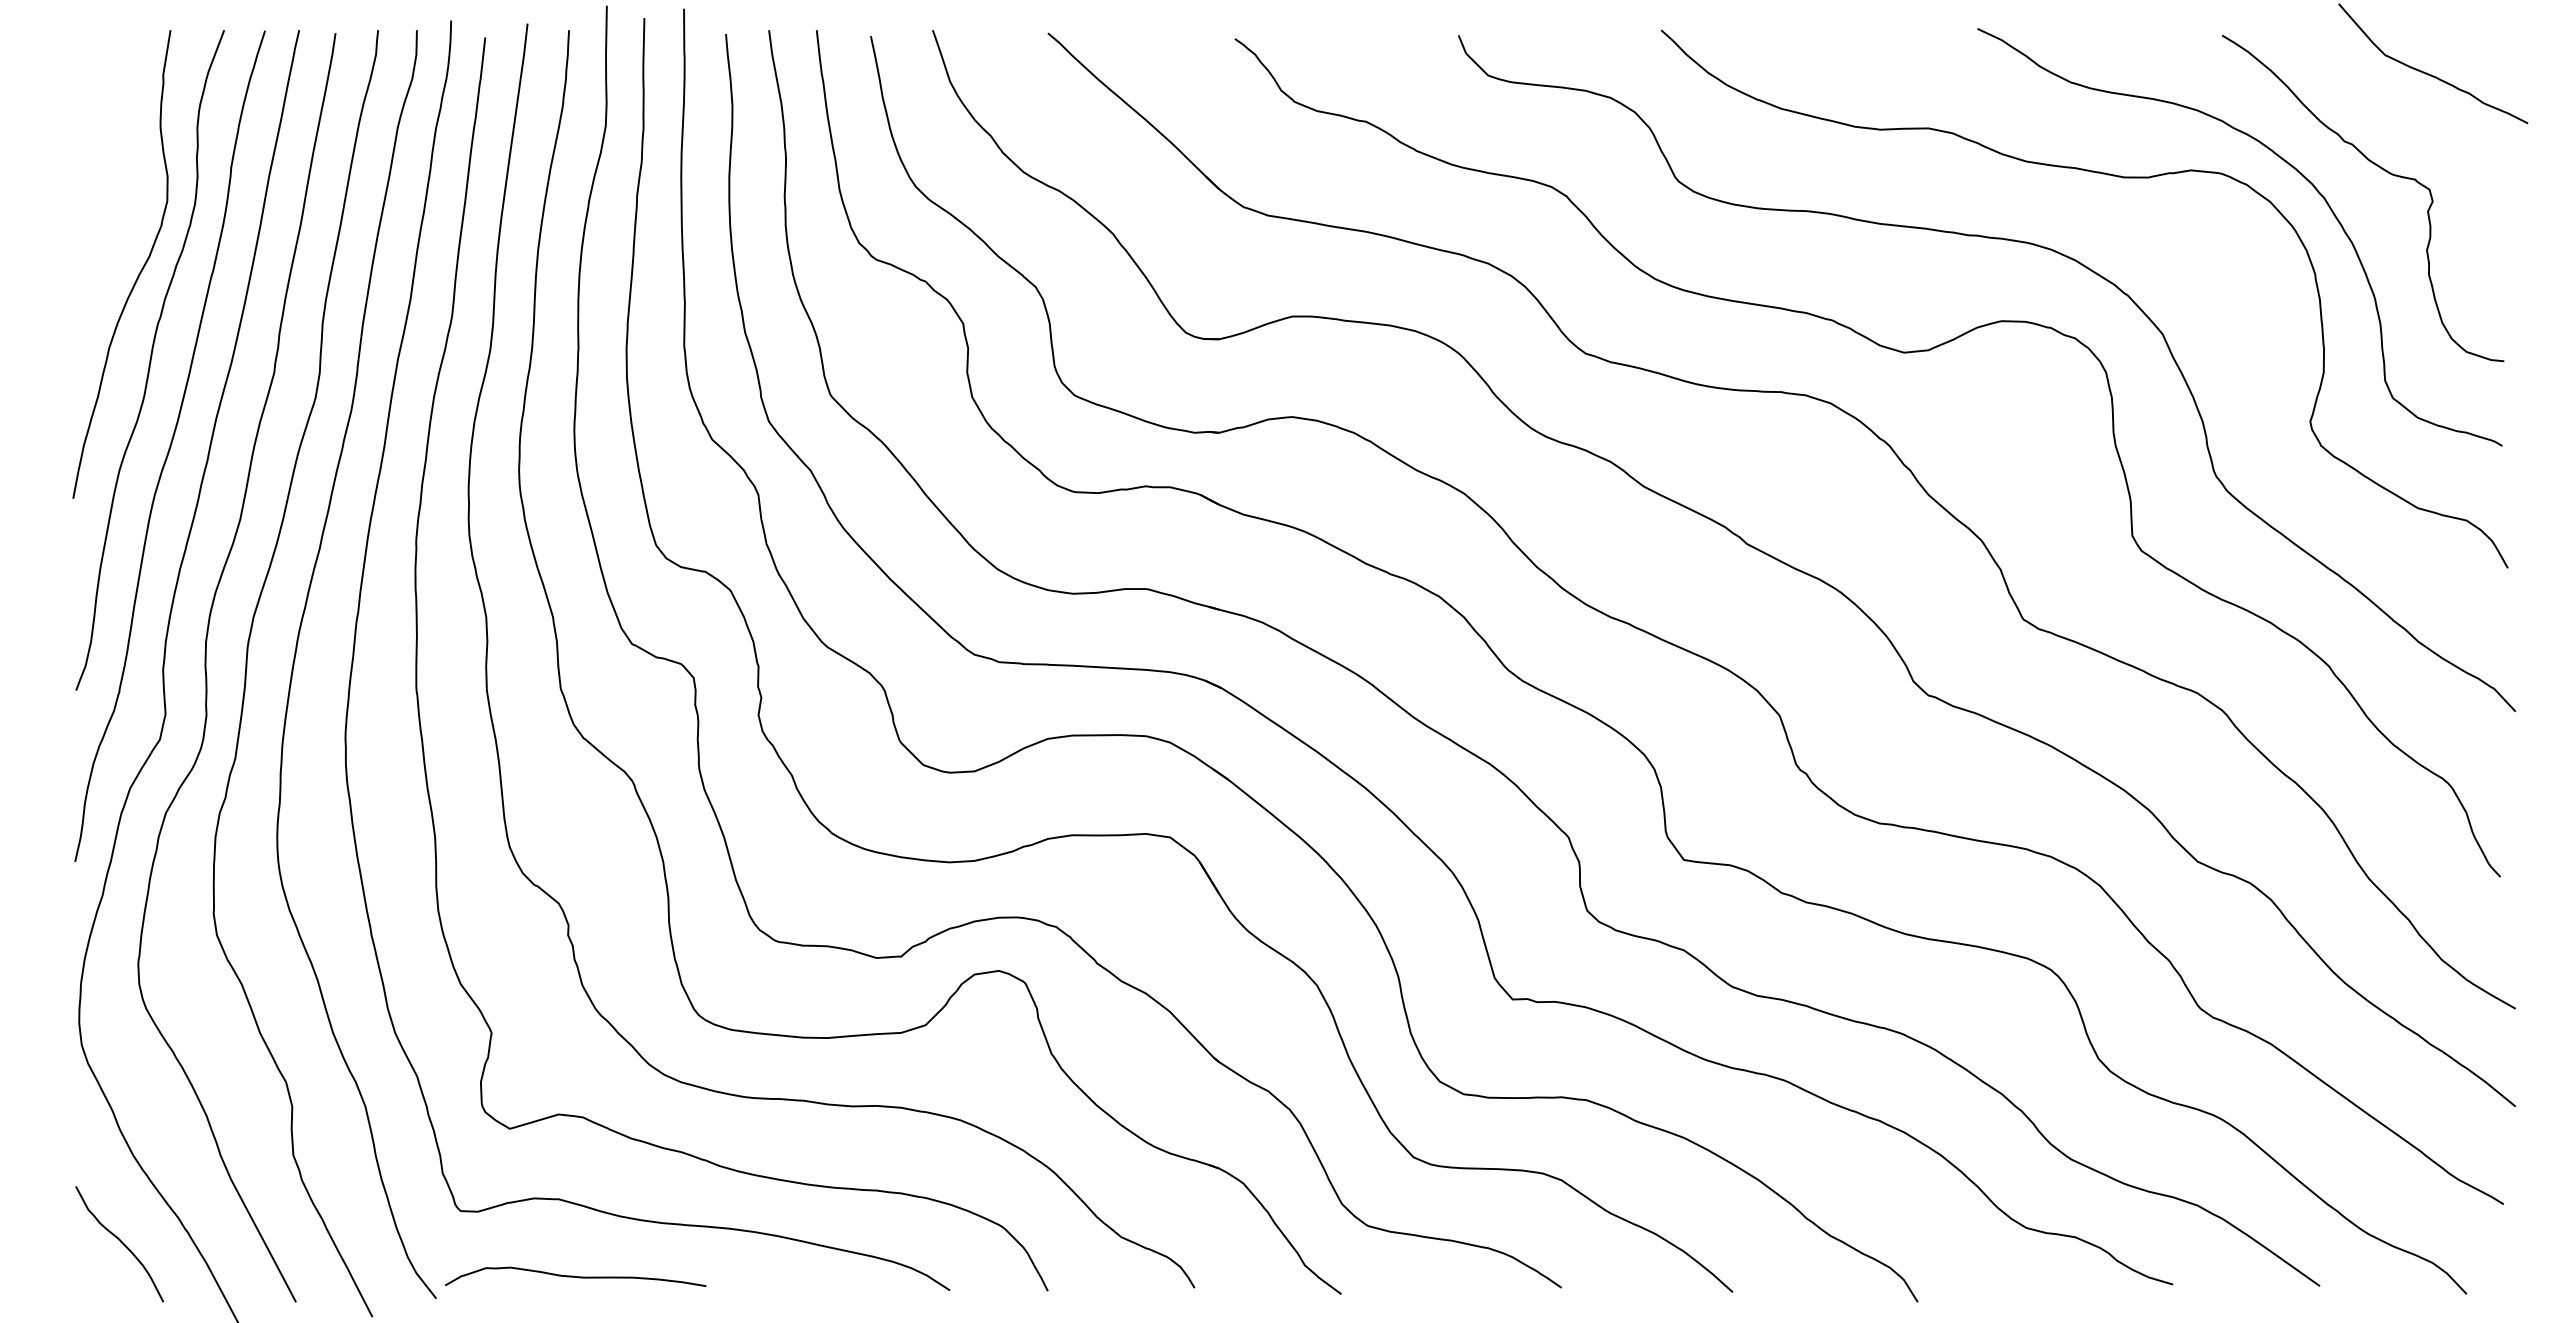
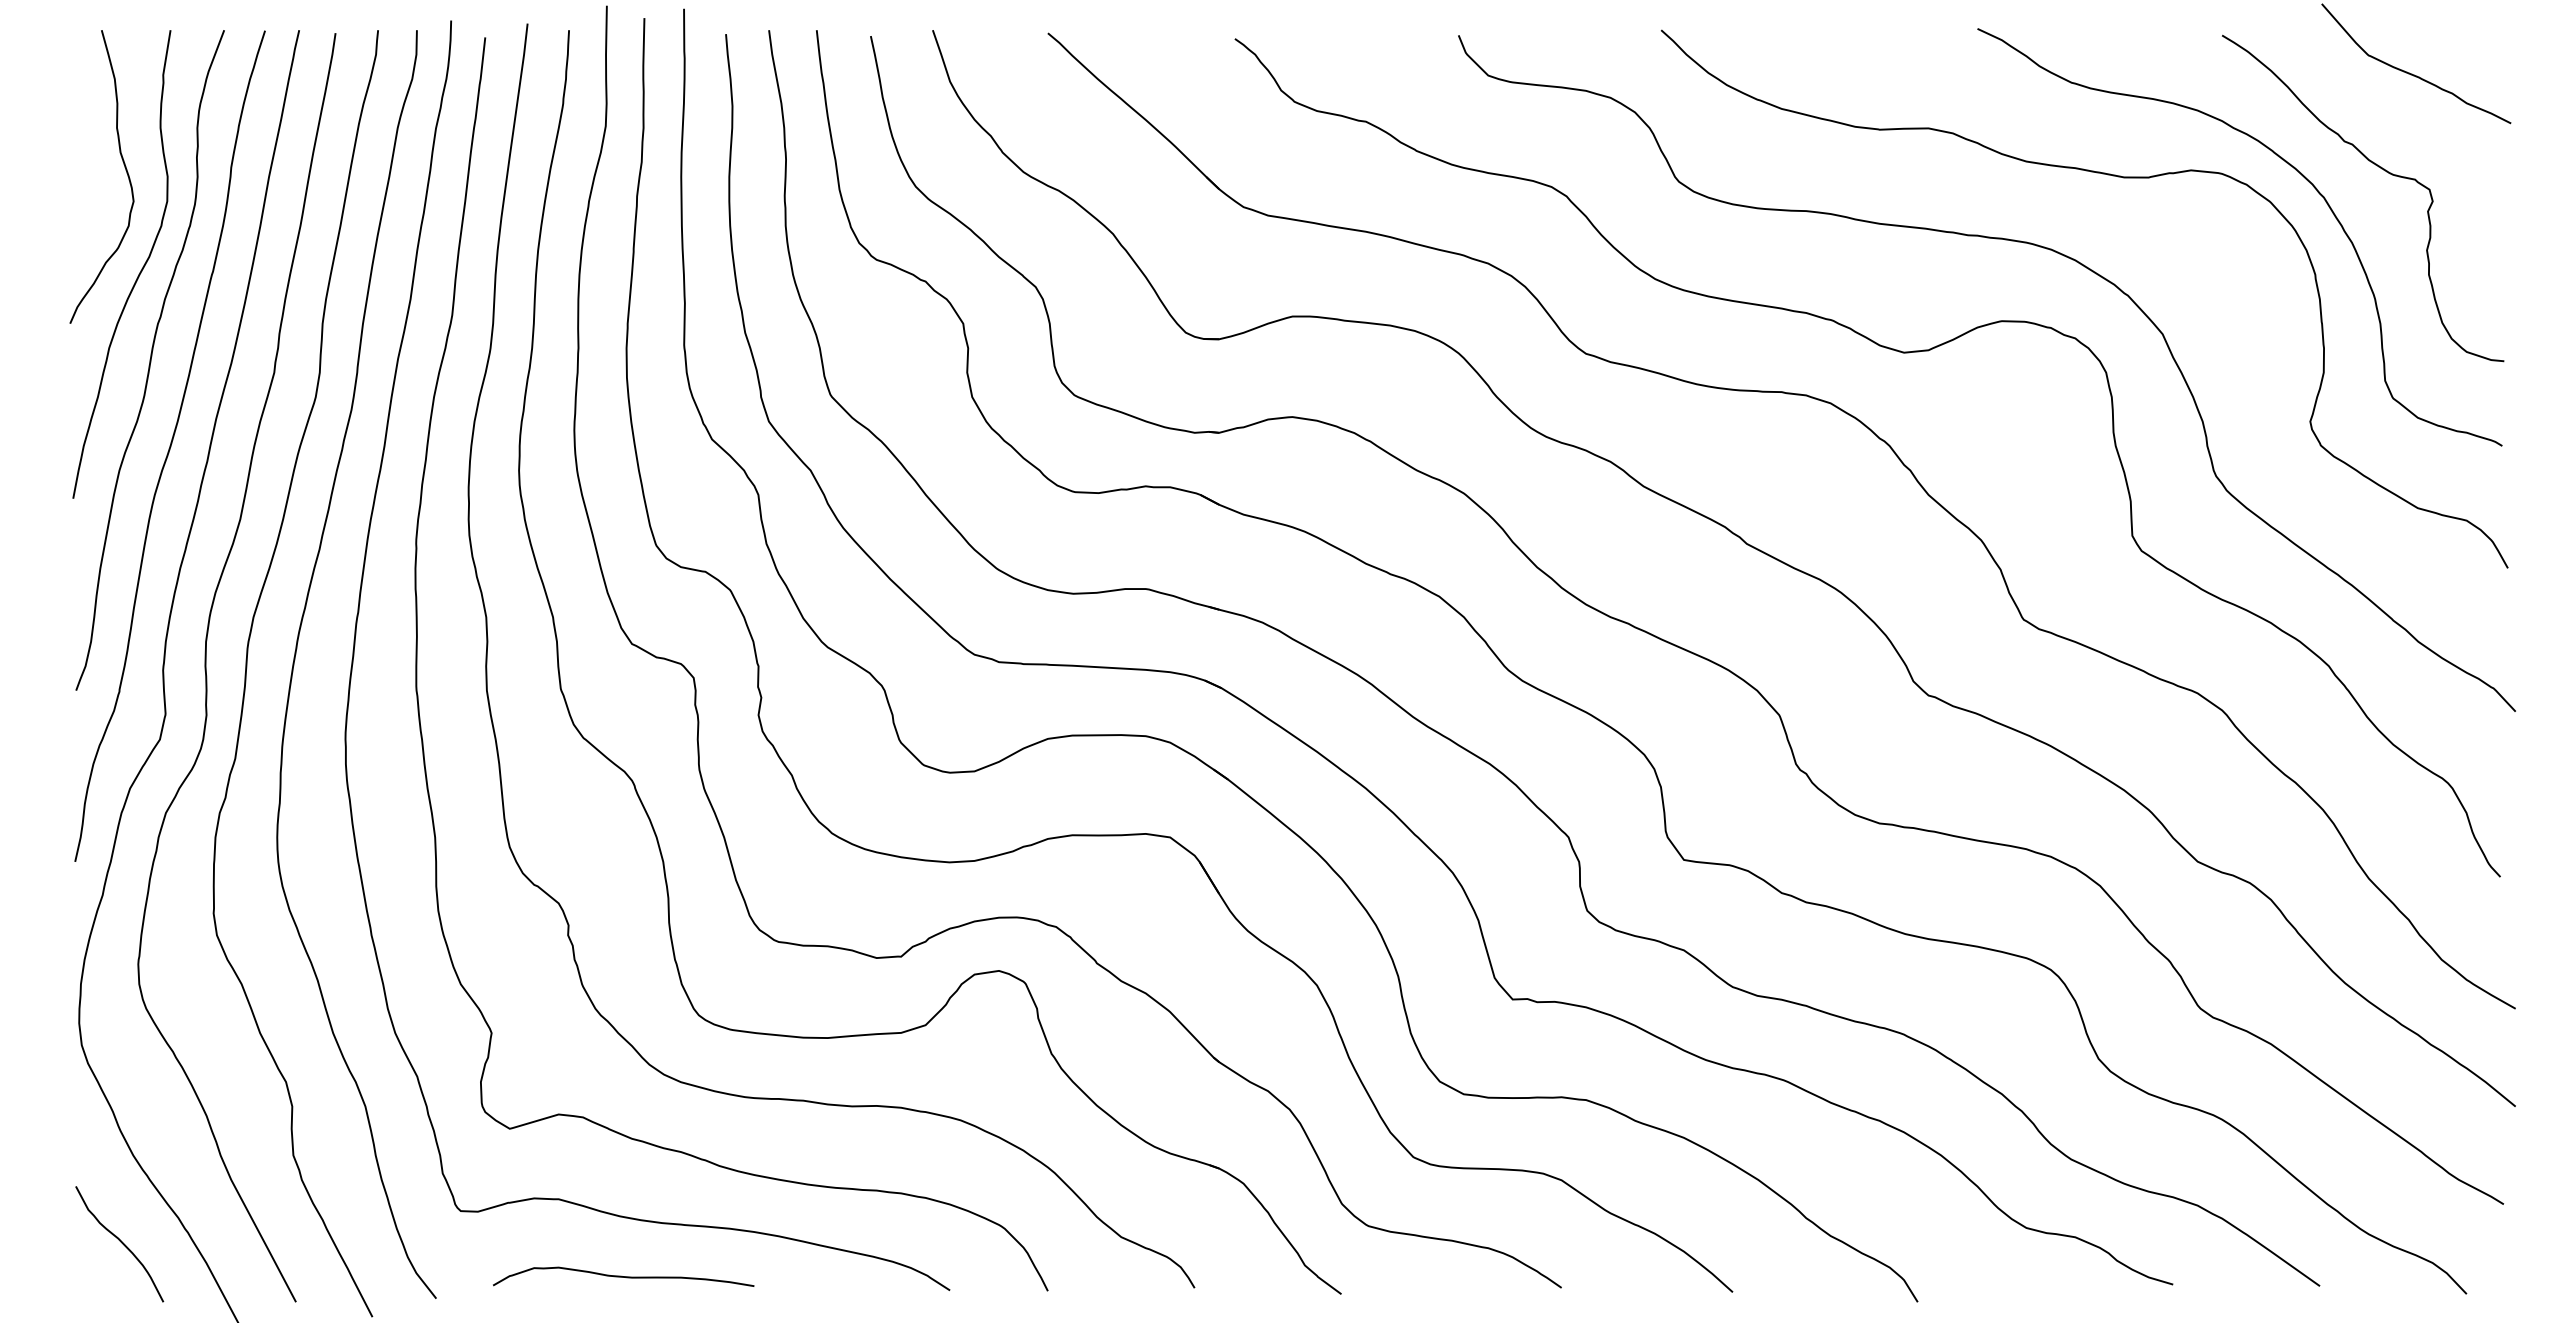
curve at (2429, 73) position: (2429, 73) -> (2412, 73)
curve at (124, 167): none -> present
curve at (575, 1276) position: (575, 1276) -> (623, 1276)
